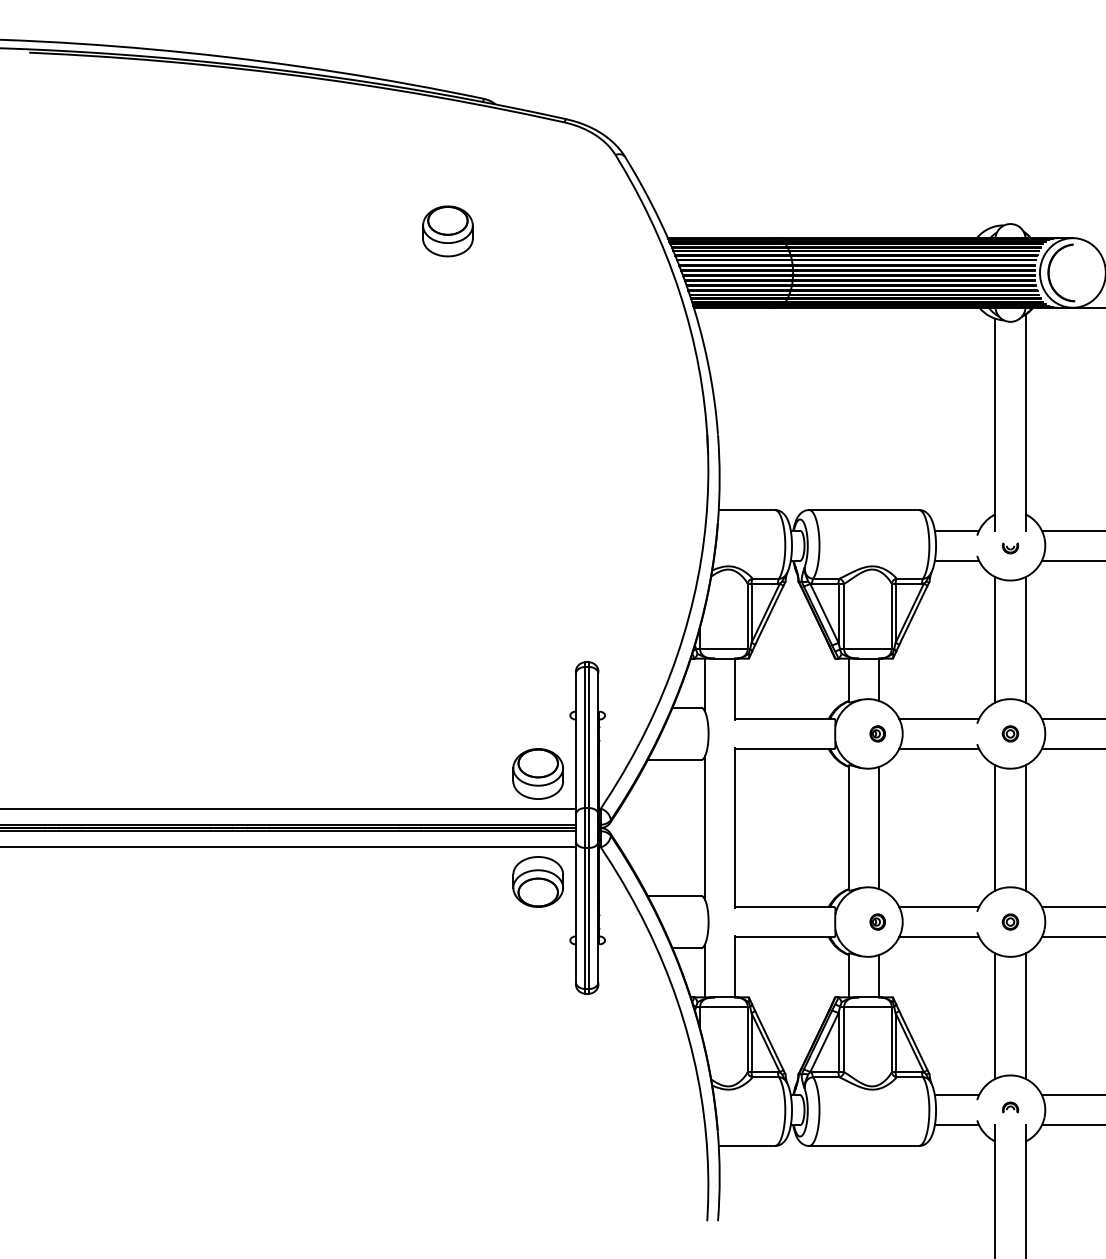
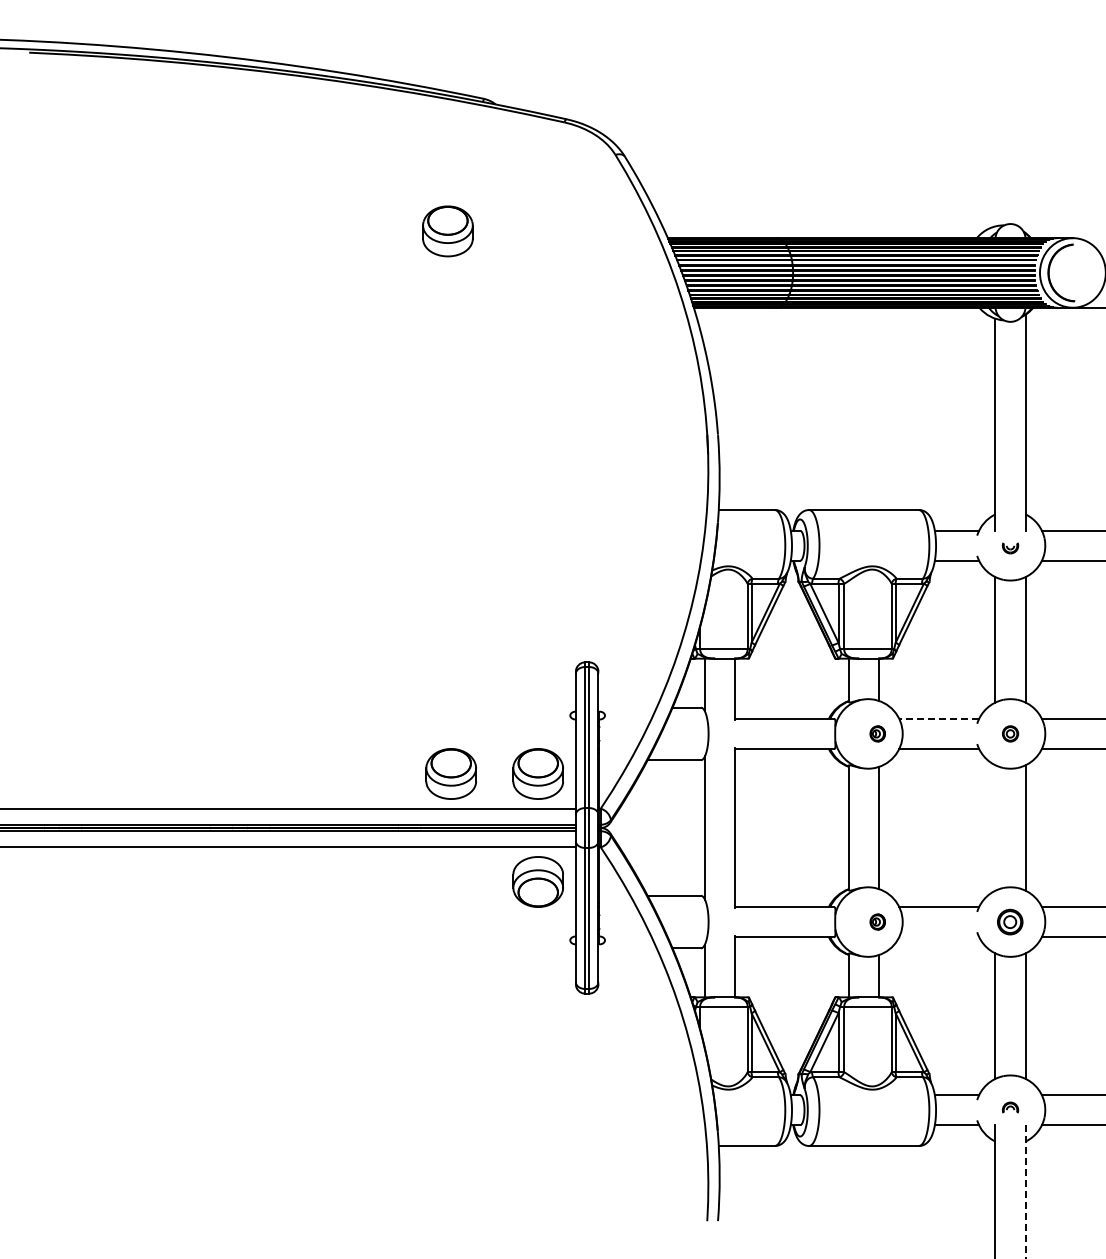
line at (939, 718): solid -> dashed
part at (450, 773): none -> present
line at (995, 827): present -> none
part at (1010, 921) size: 18x18 px -> 27x28 px
line at (939, 937): present -> none
line at (1025, 1191): solid -> dashed
